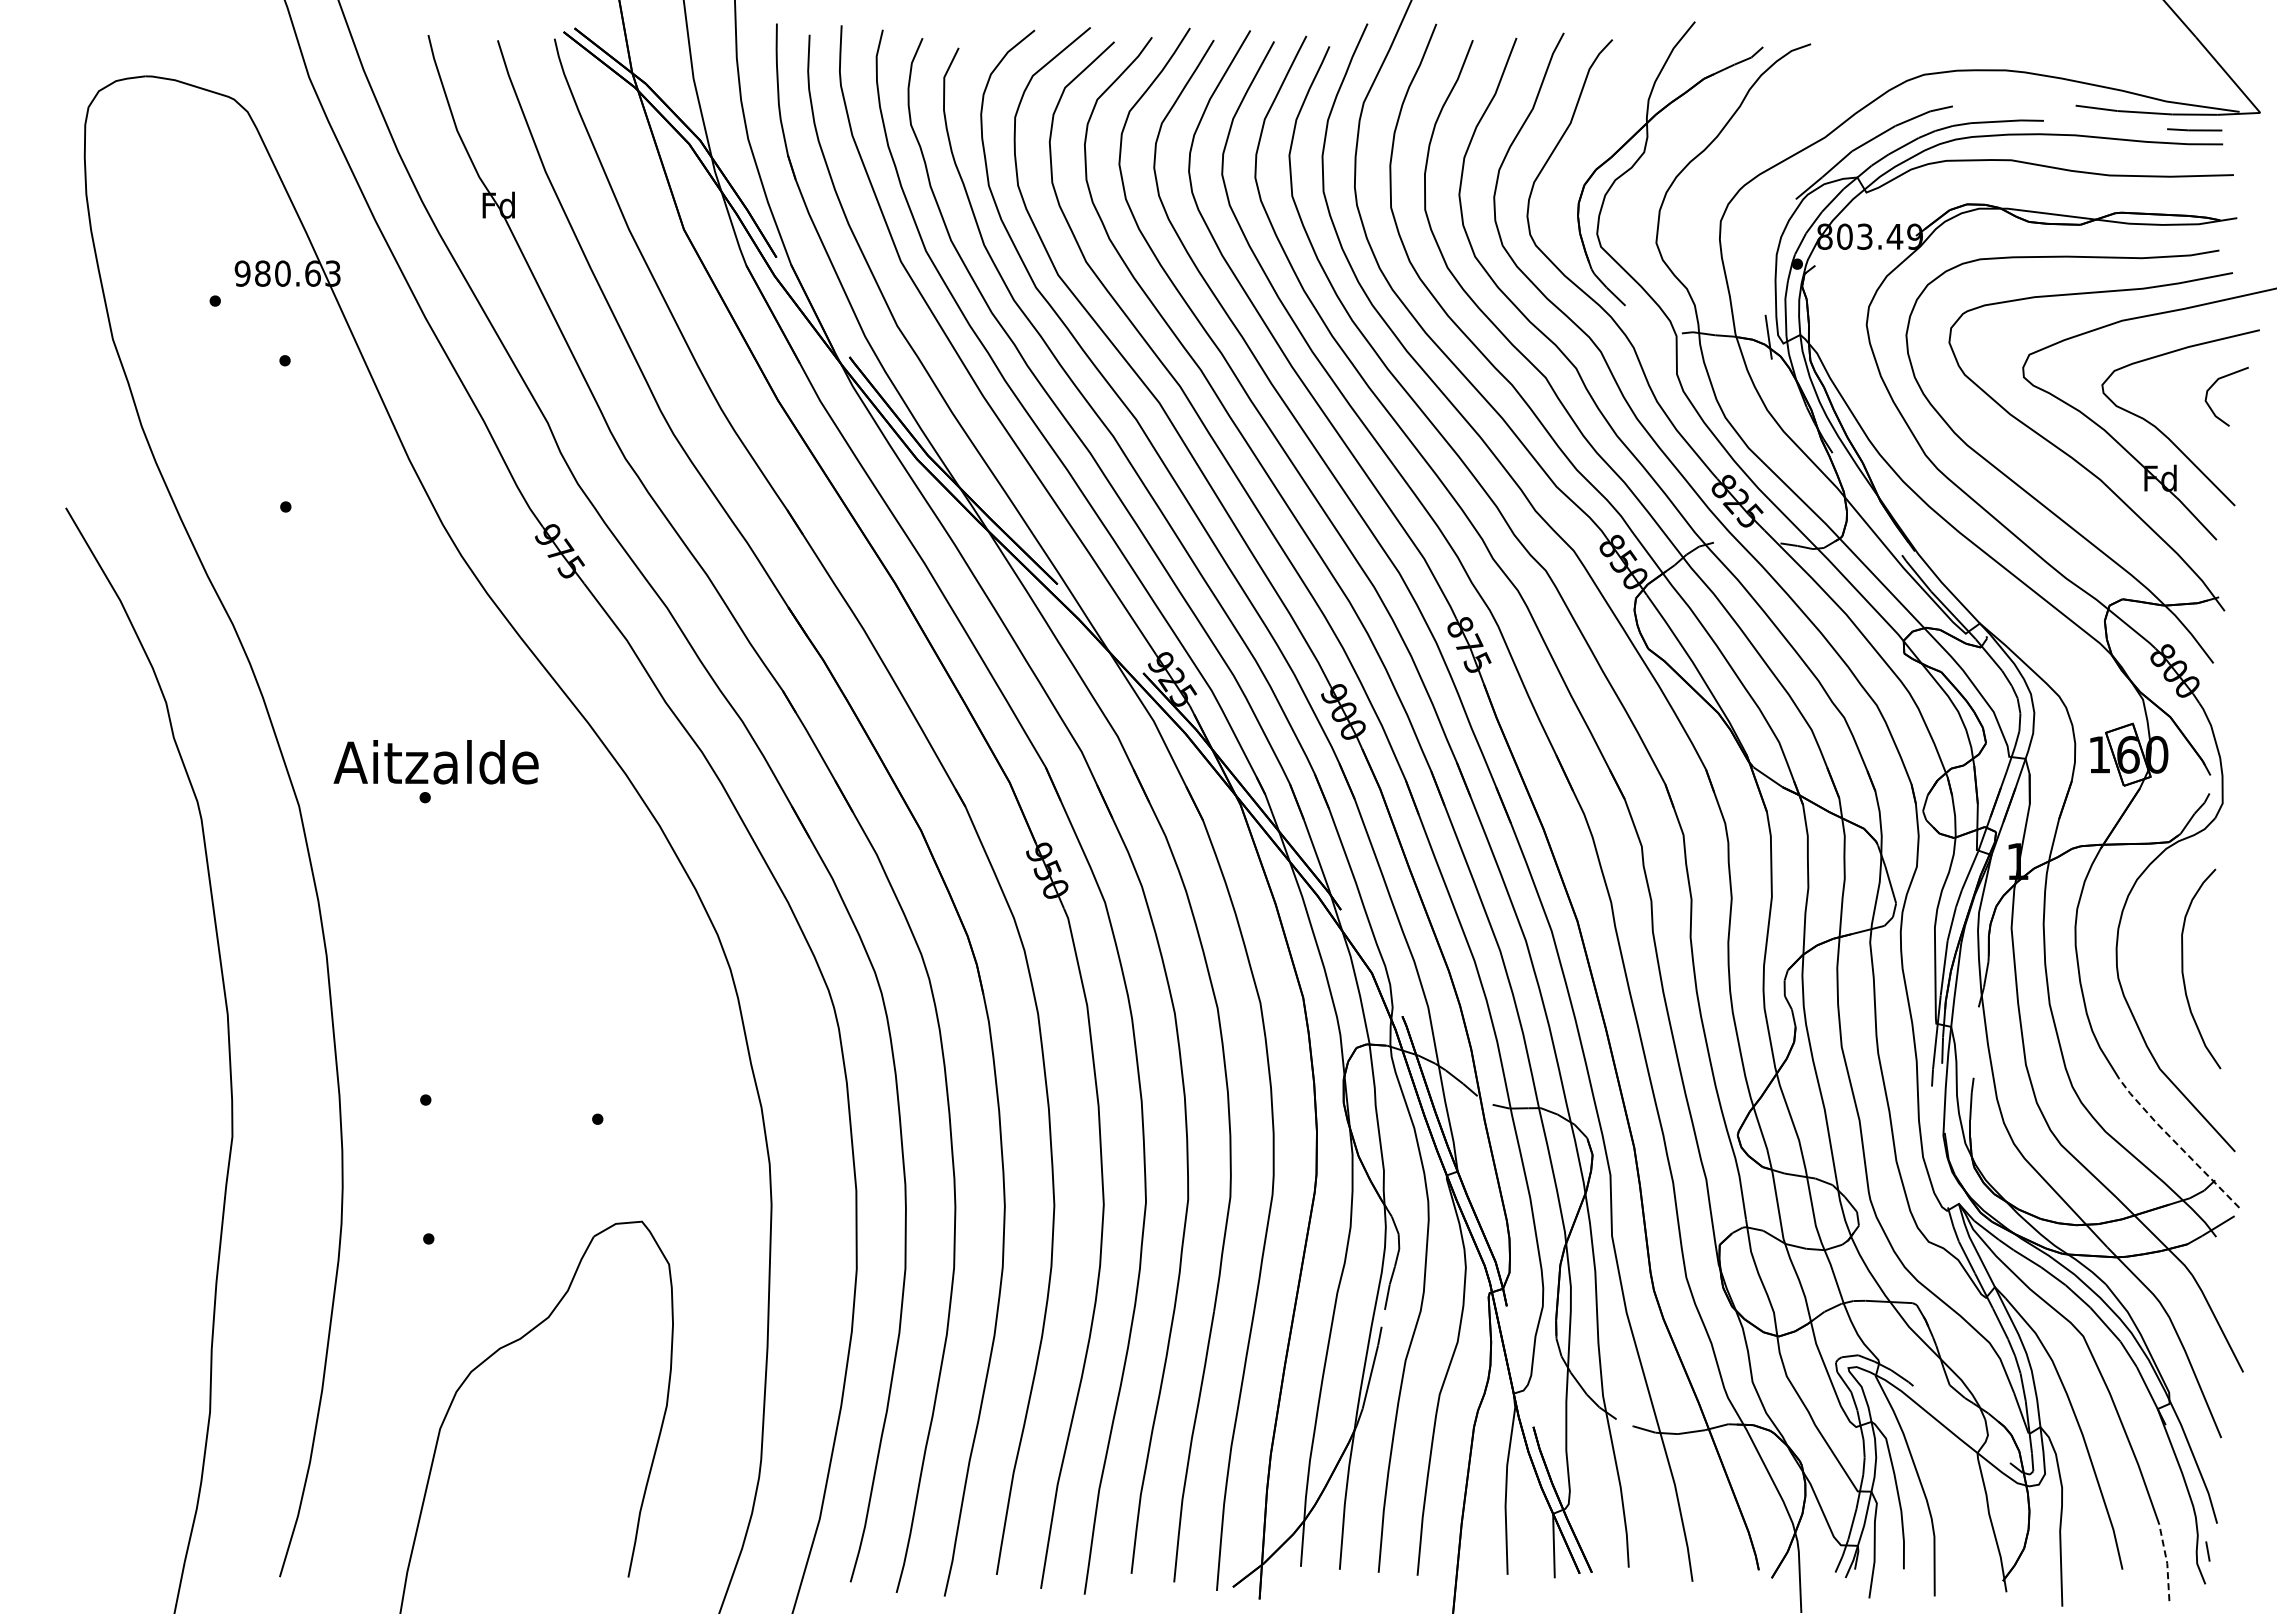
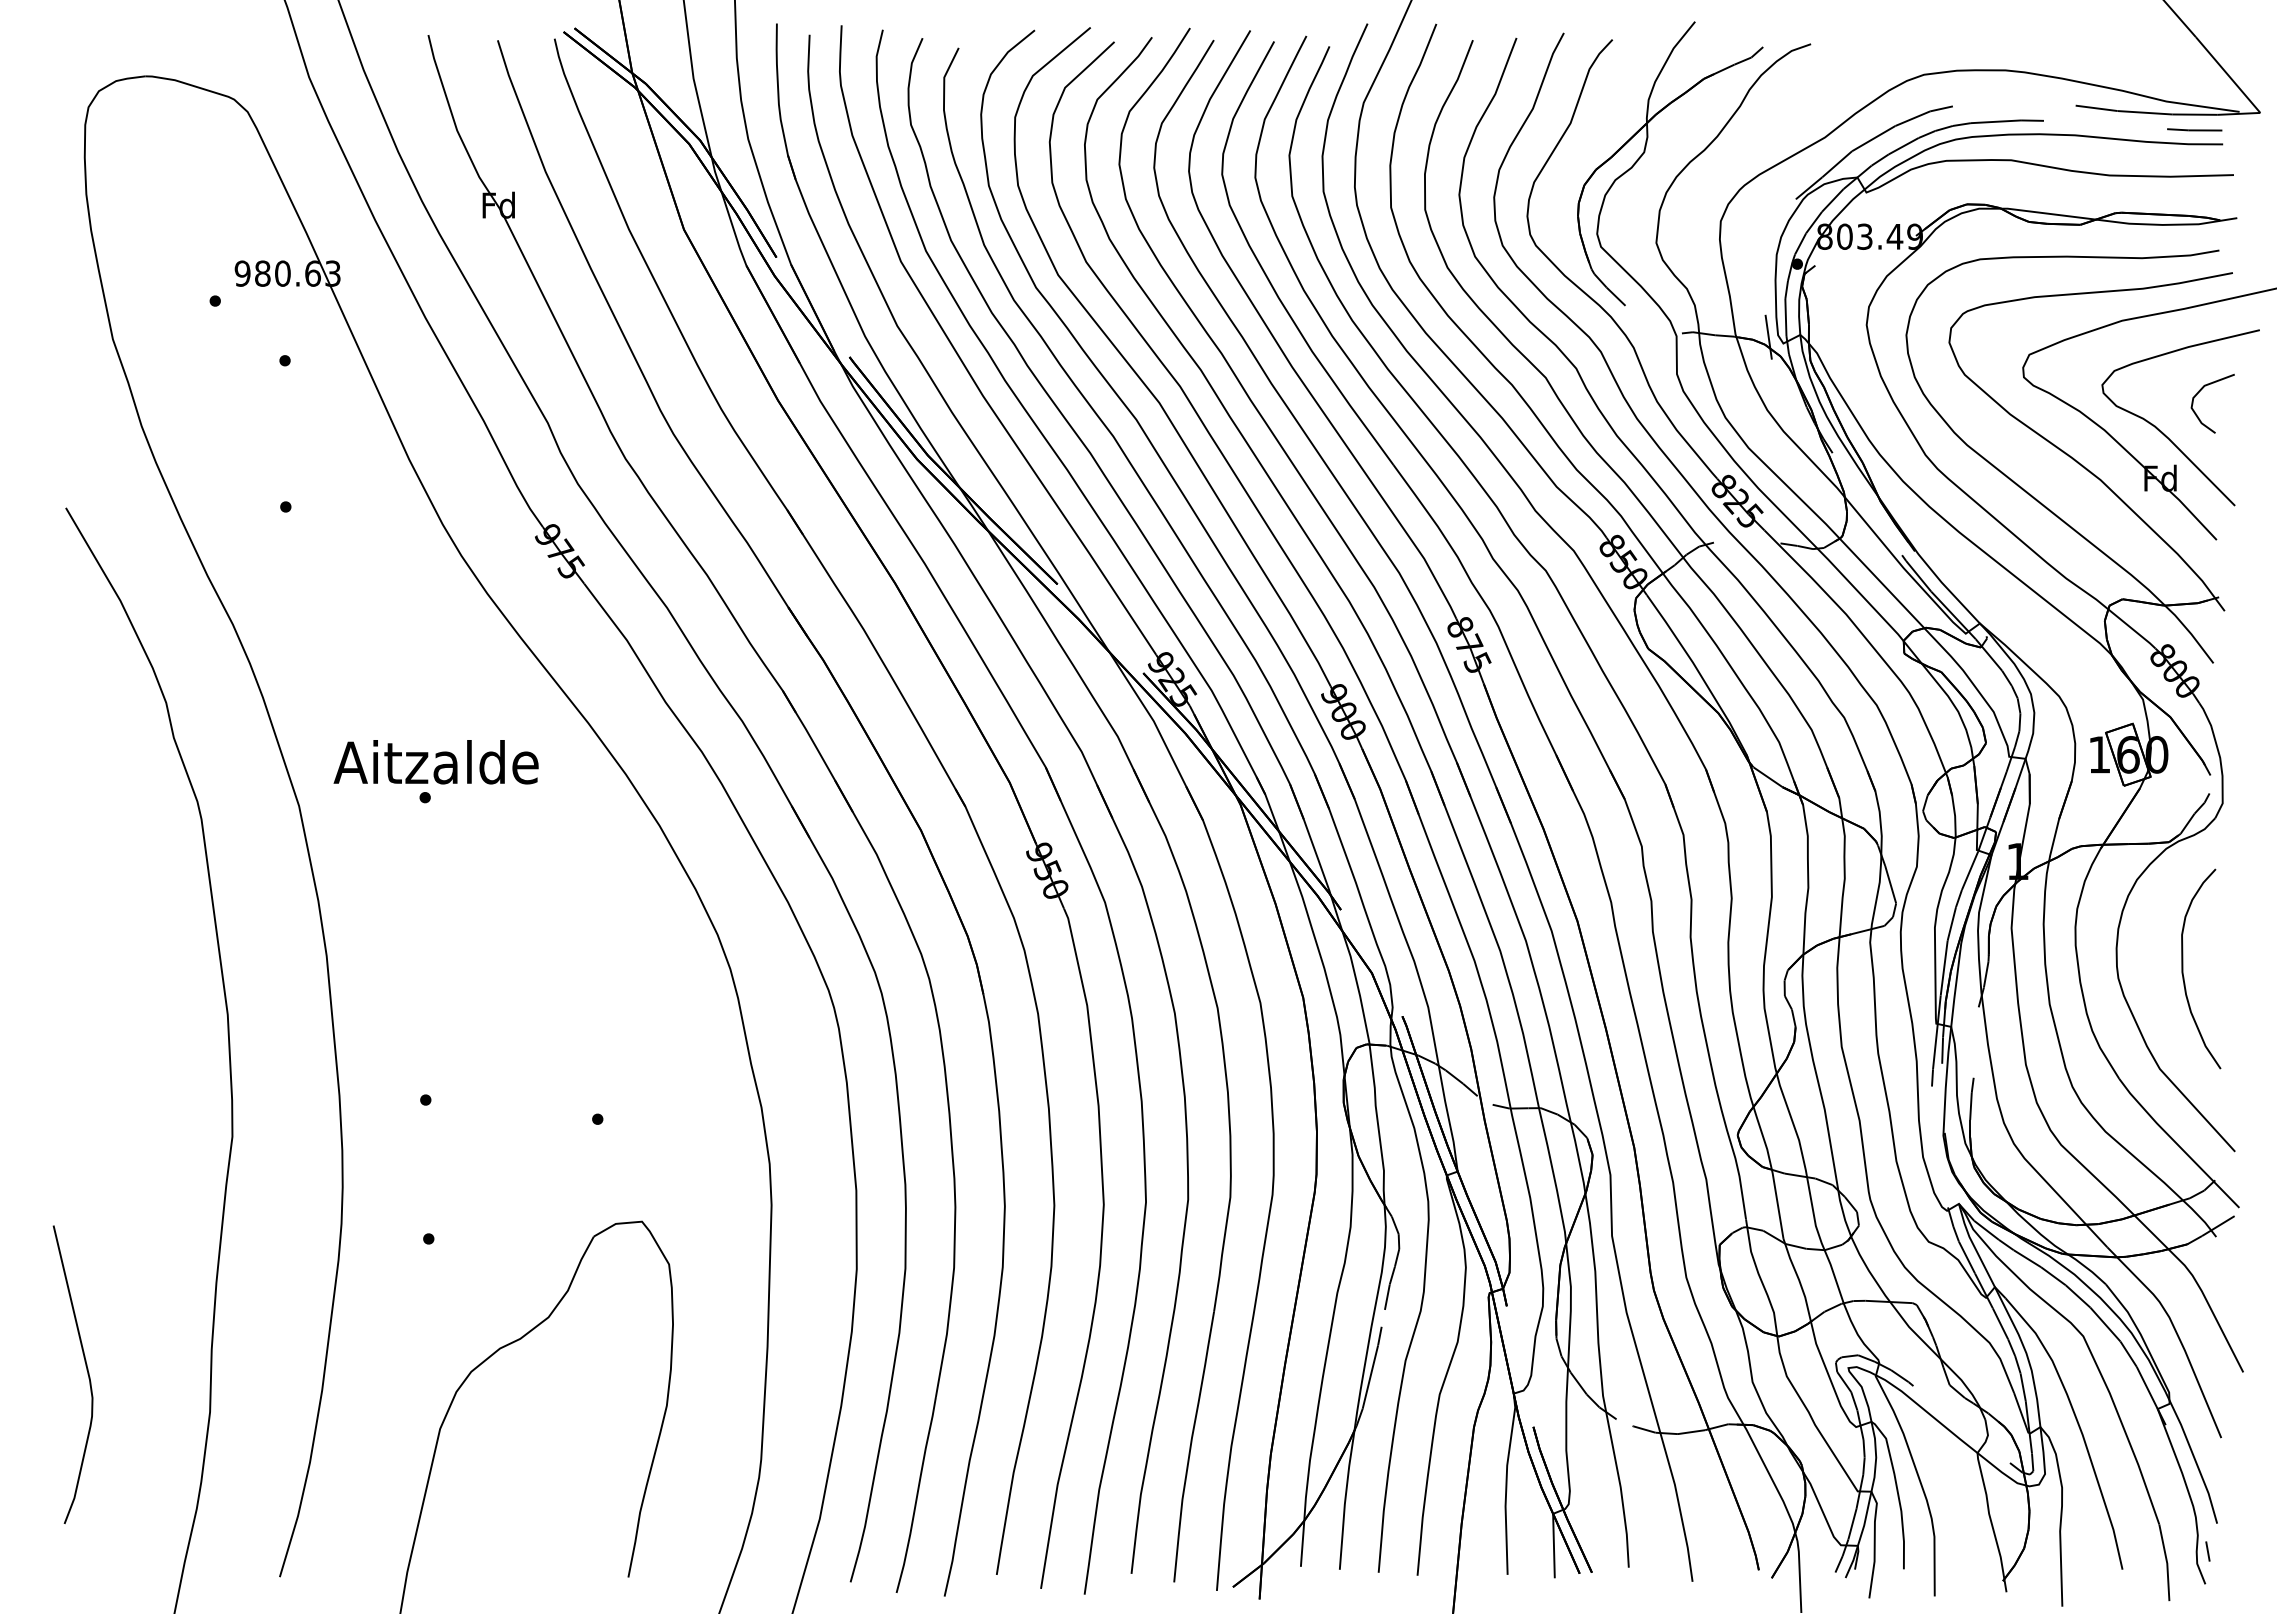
curve at (2214, 384) position: (2214, 384) -> (2200, 391)
line at (2176, 1143): dashed -> solid
curve at (86, 1370): none -> present
line at (2167, 1562): dashed -> solid
